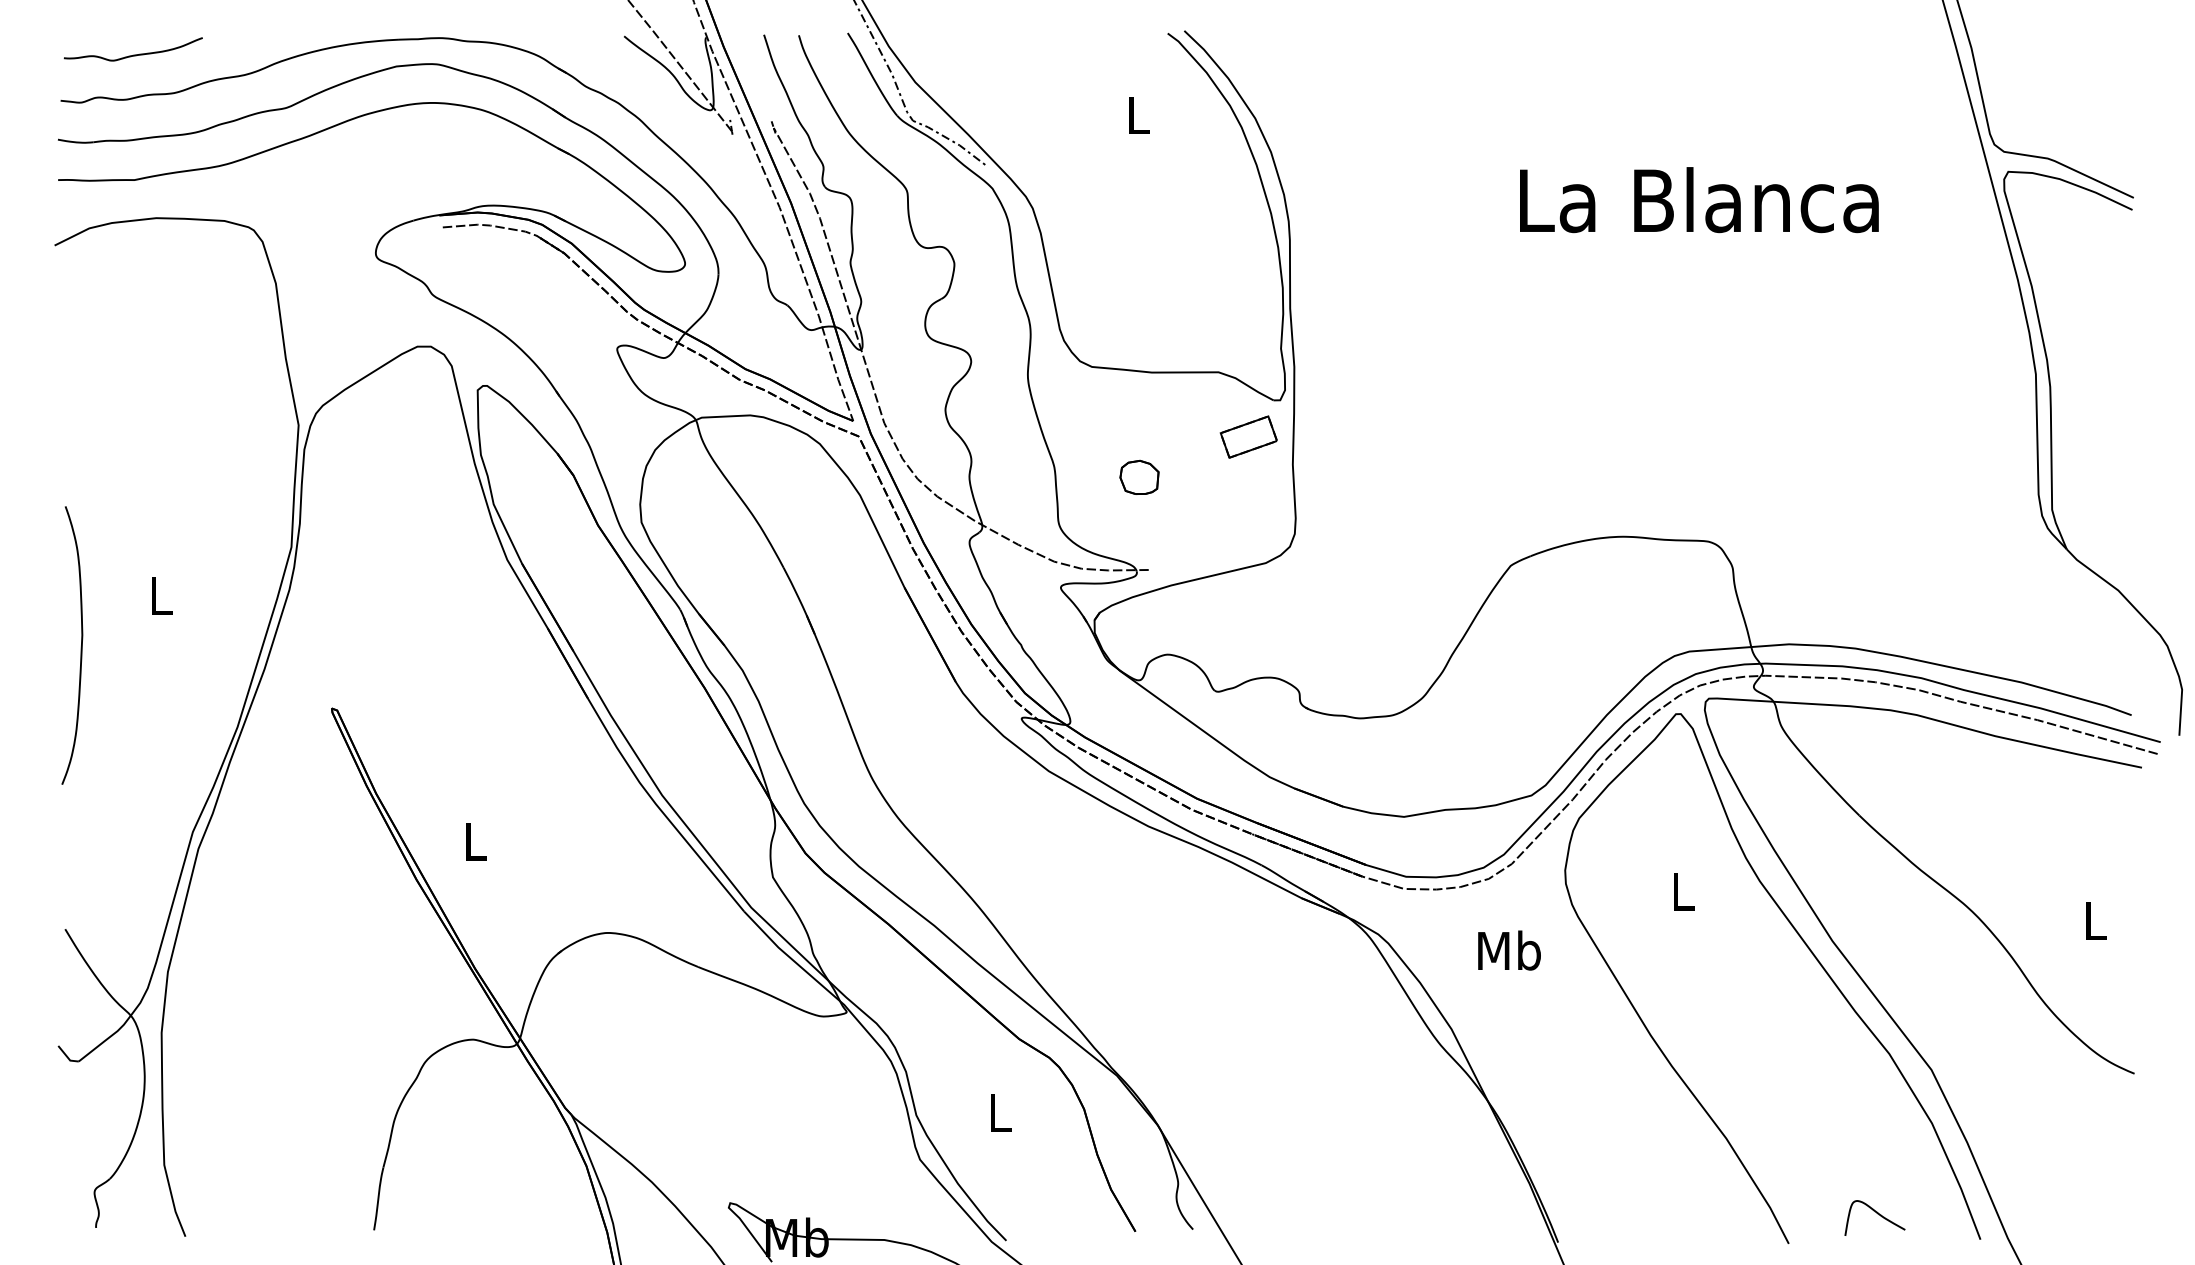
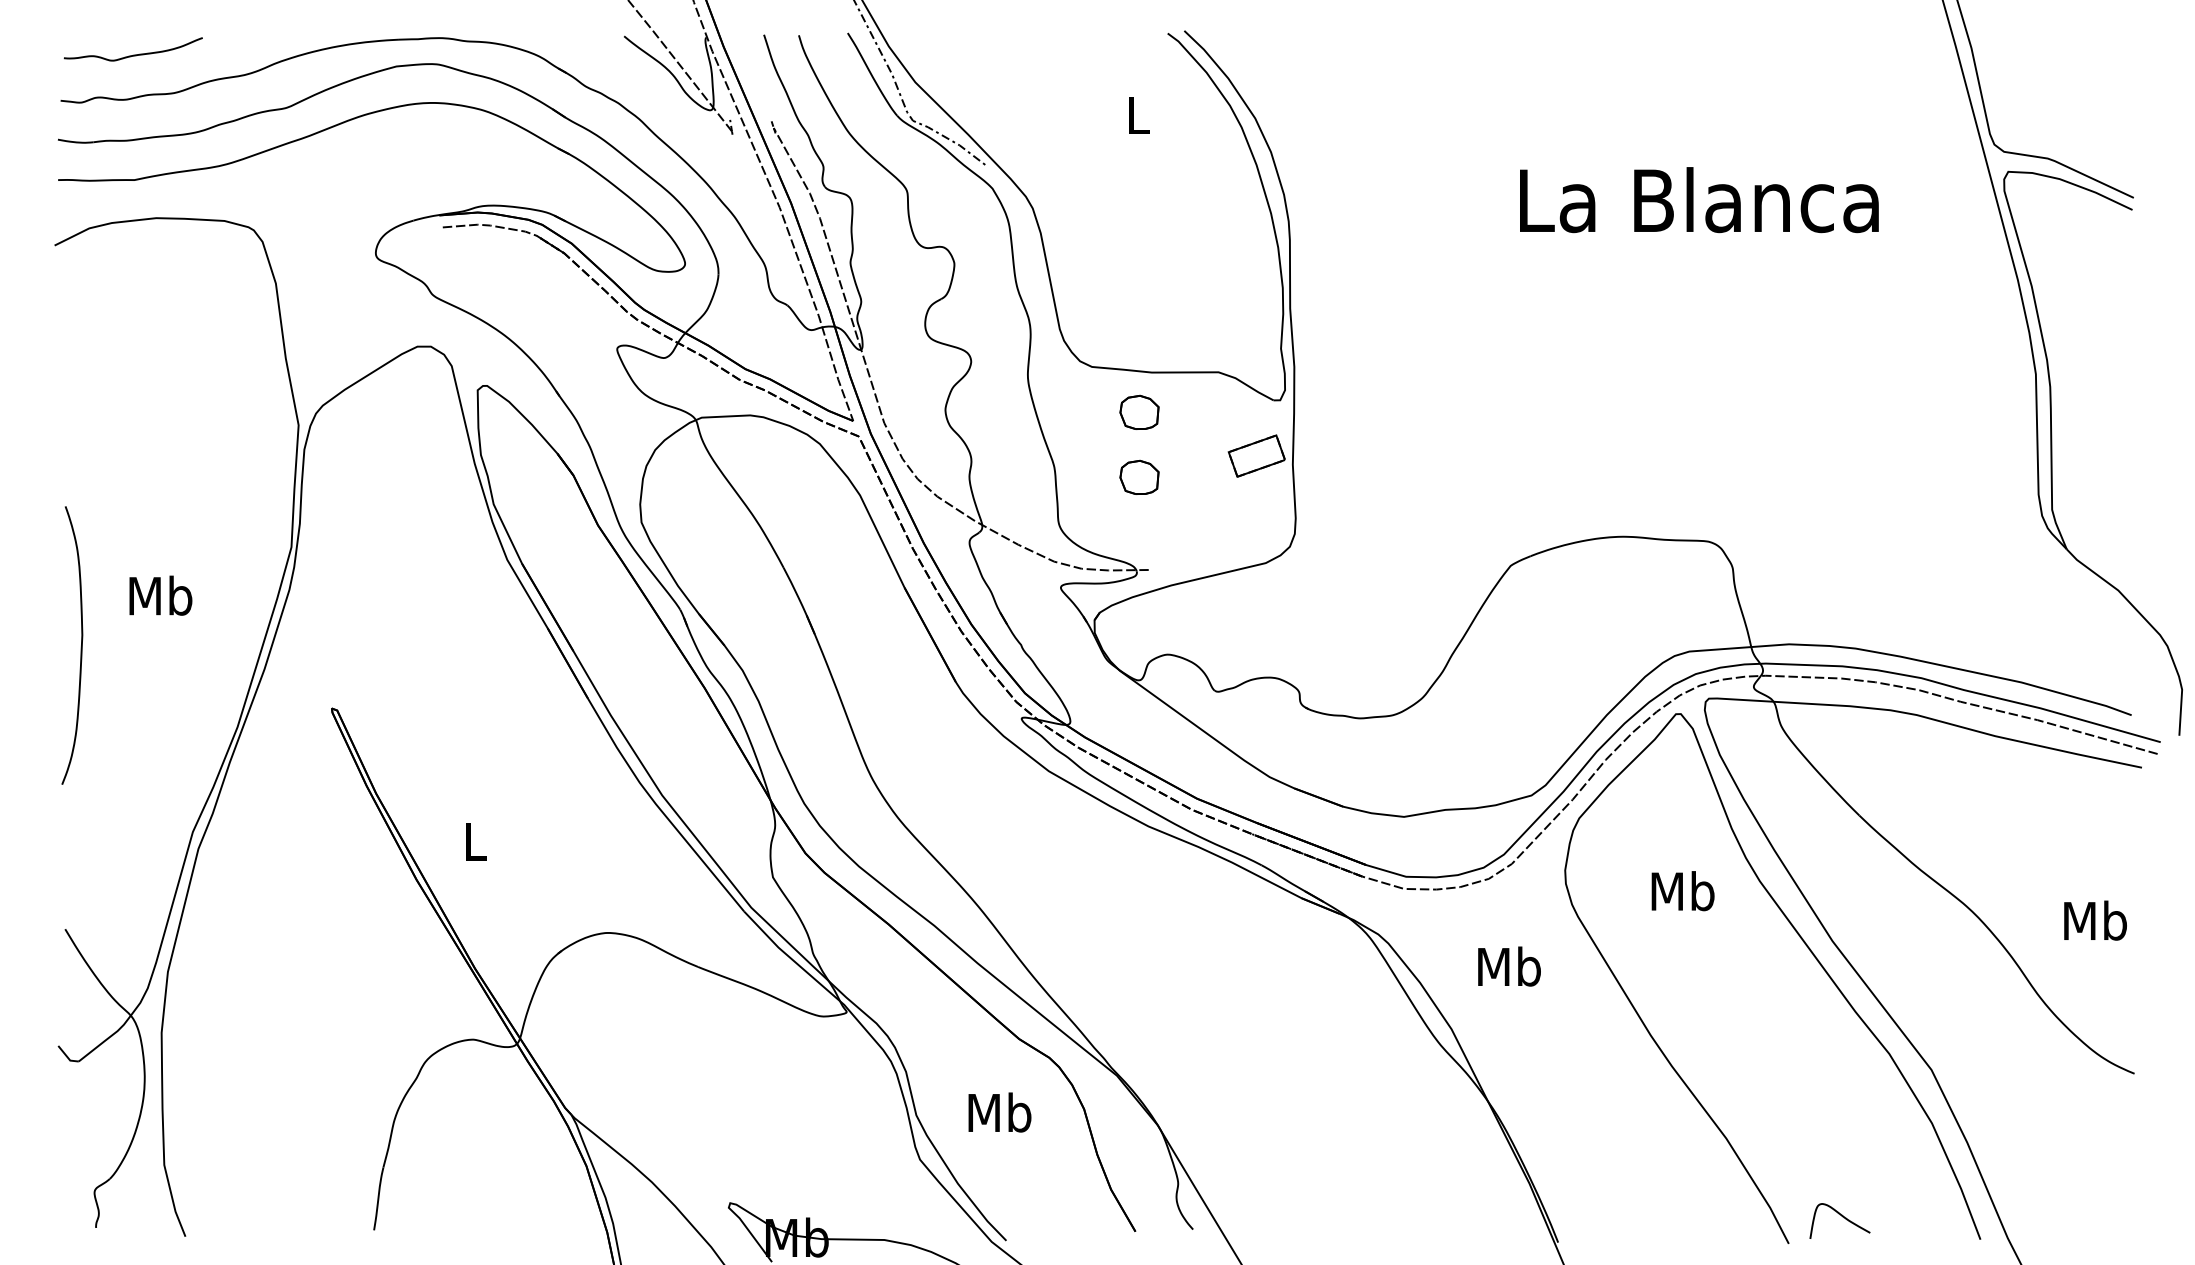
part at (1139, 411): none -> present
part at (1248, 436) position: (1248, 436) -> (1256, 455)
text at (160, 595): L -> Mb
text at (1682, 891): L -> Mb
text at (2095, 920): L -> Mb
text at (1509, 950) position: (1509, 950) -> (1509, 966)
text at (999, 1112): L -> Mb
curve at (1877, 1214) position: (1877, 1214) -> (1842, 1217)
